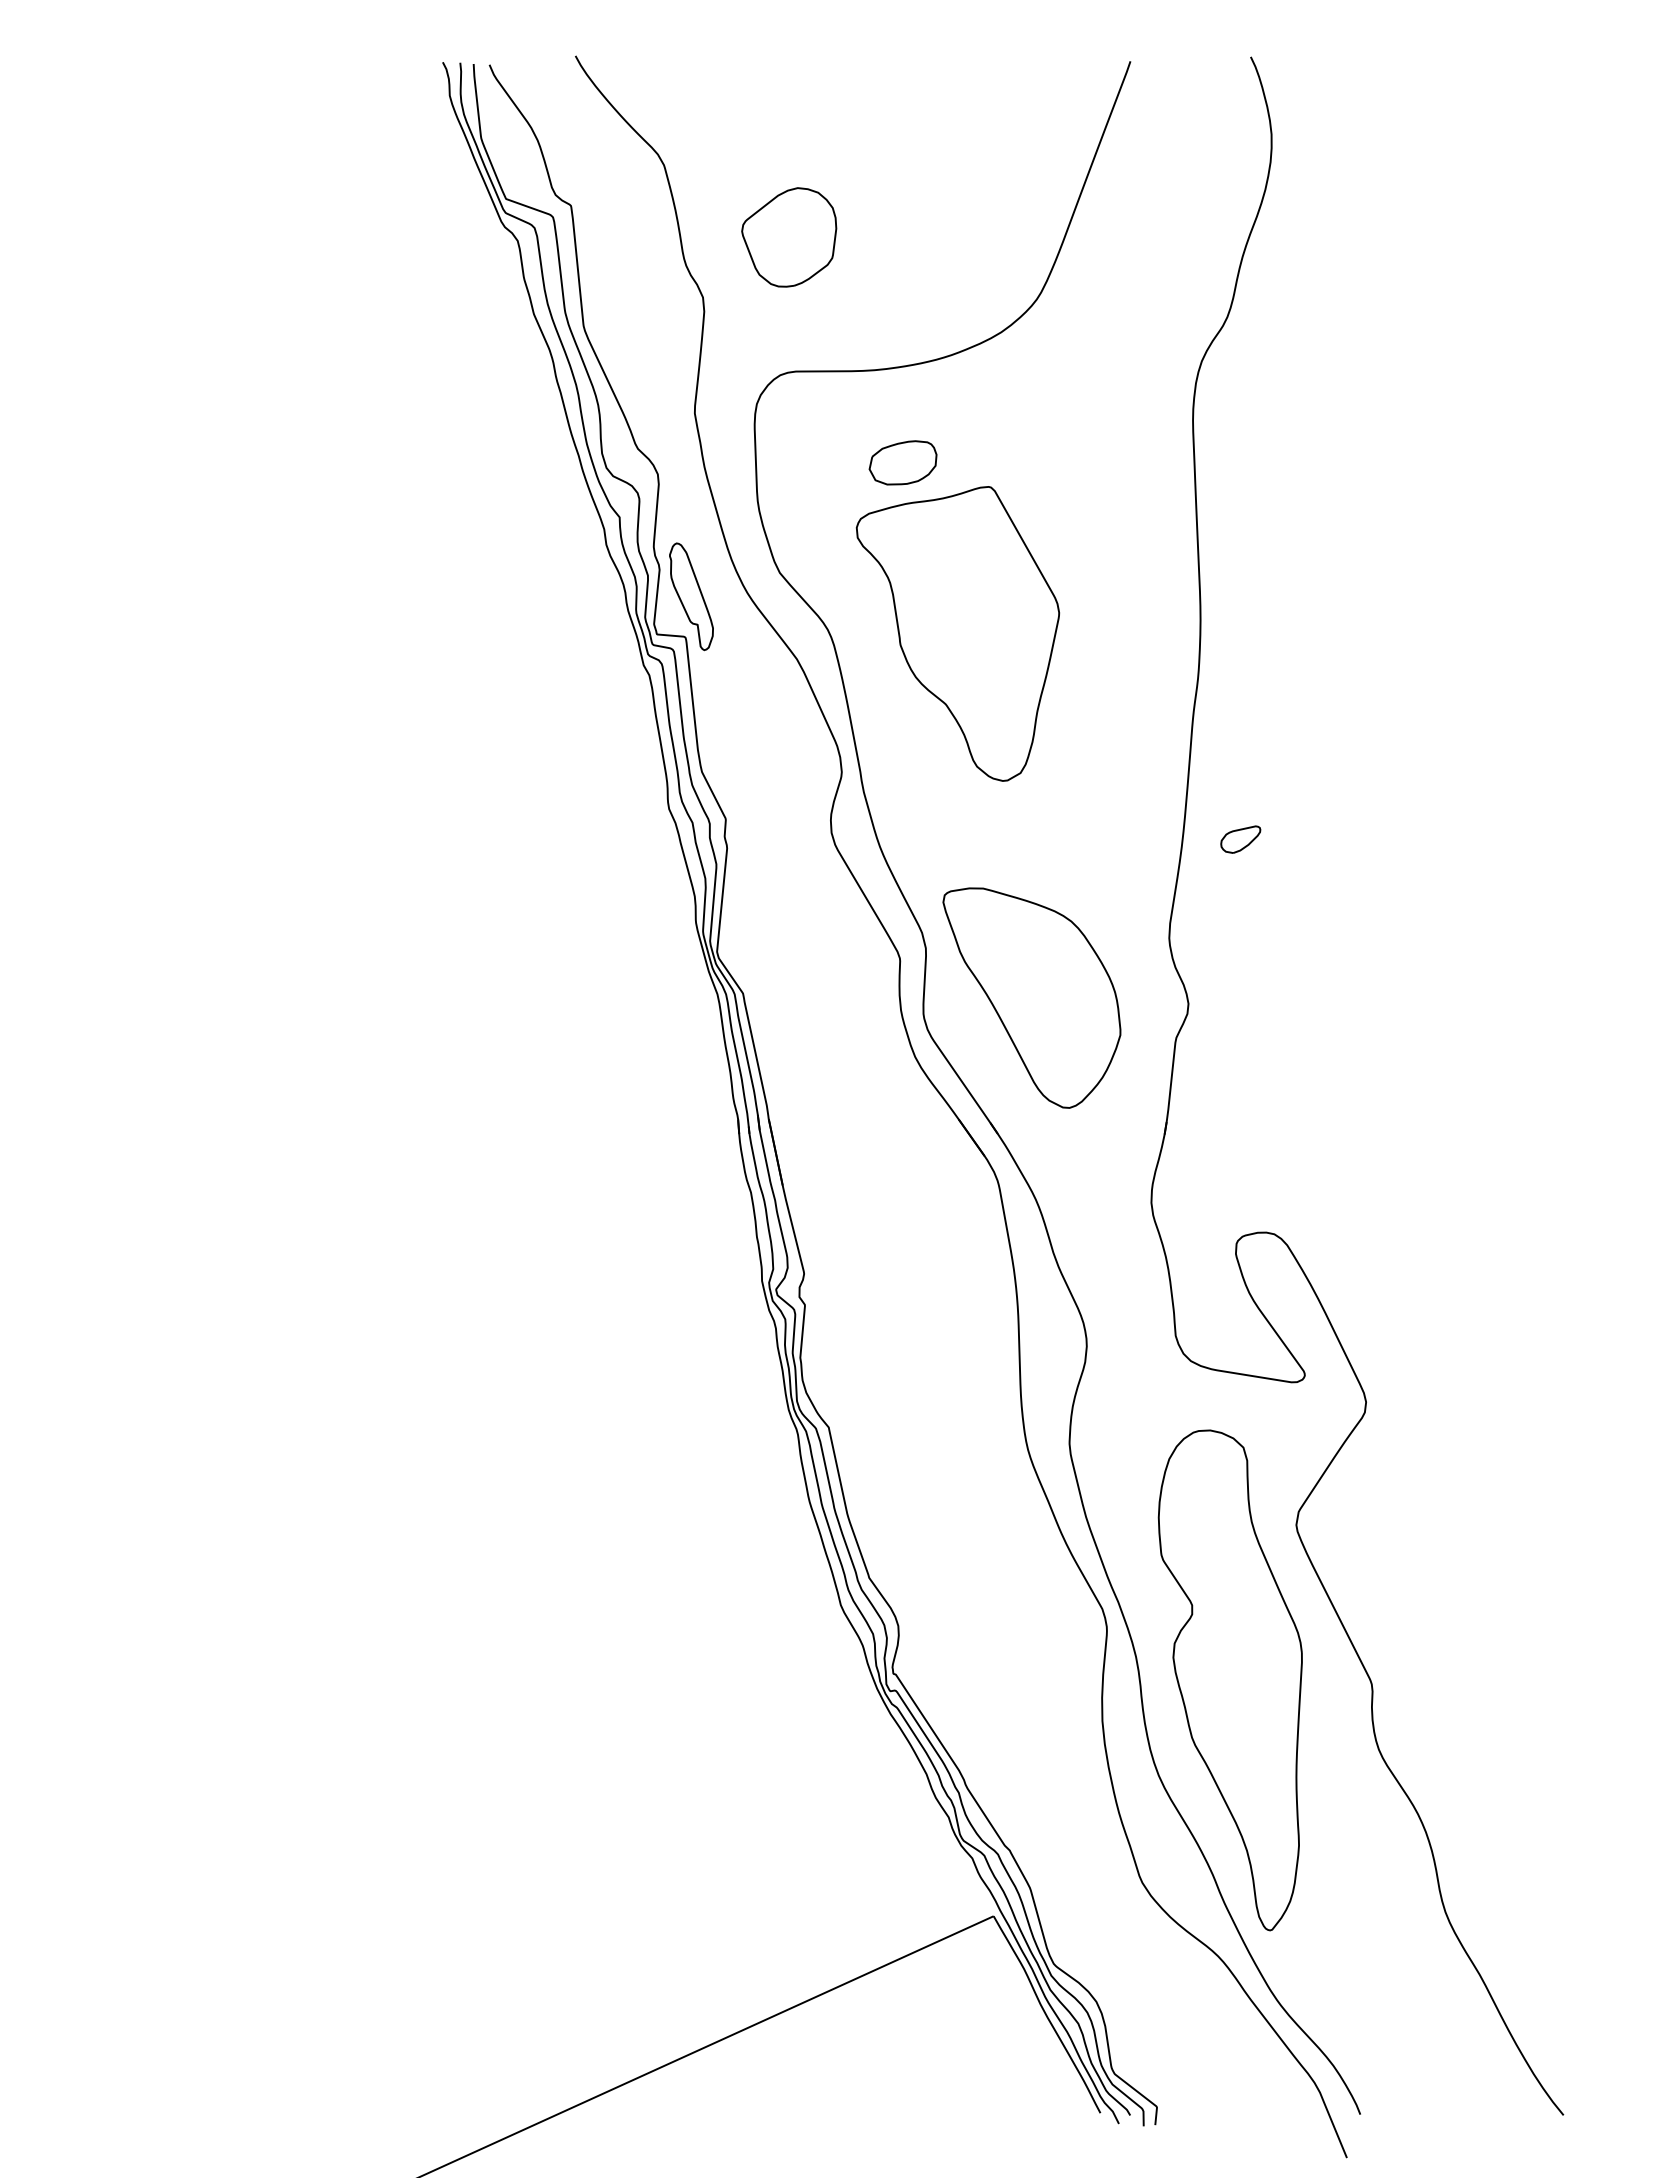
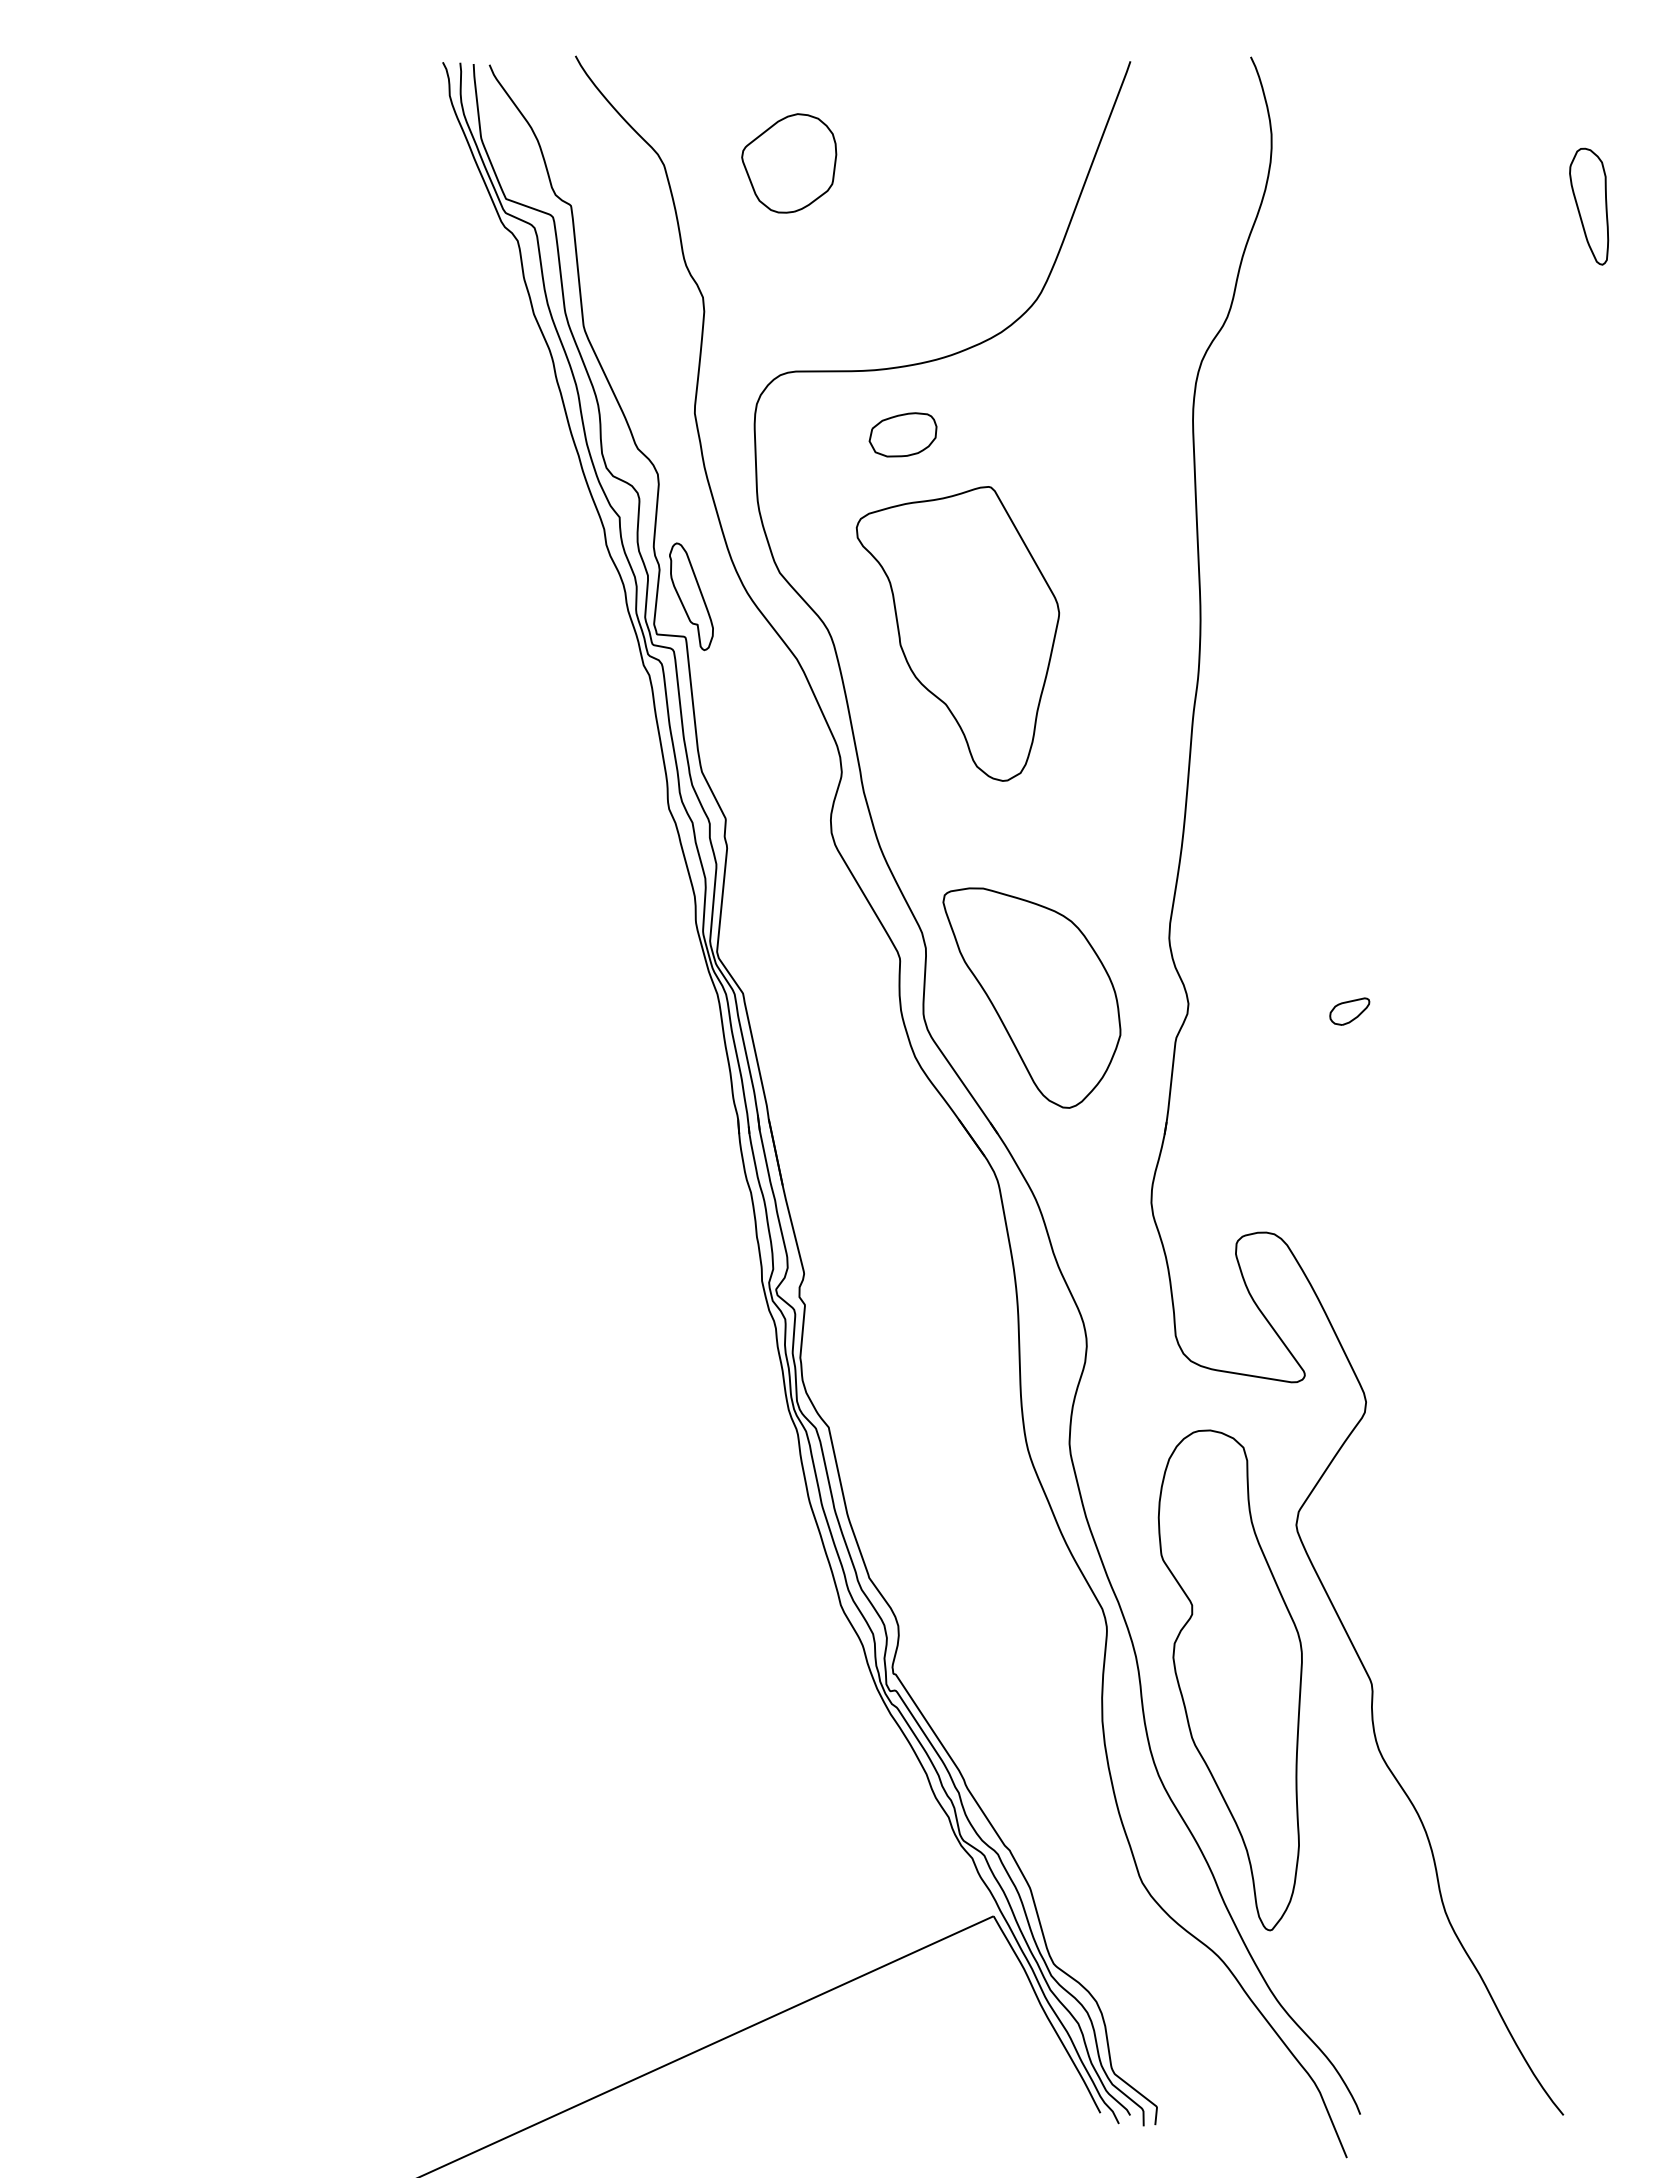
part at (1589, 206): none -> present
part at (789, 237) position: (789, 237) -> (789, 163)
part at (902, 462) position: (902, 462) -> (902, 434)
part at (1240, 839) position: (1240, 839) -> (1349, 1011)
